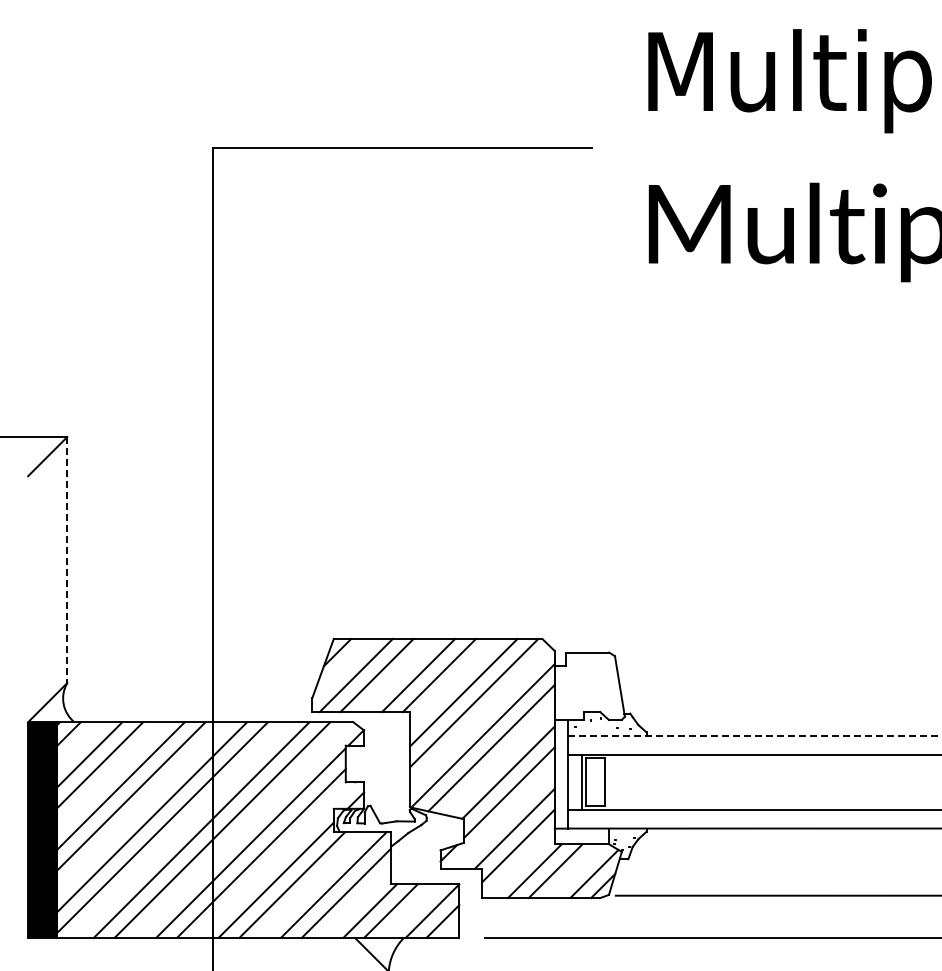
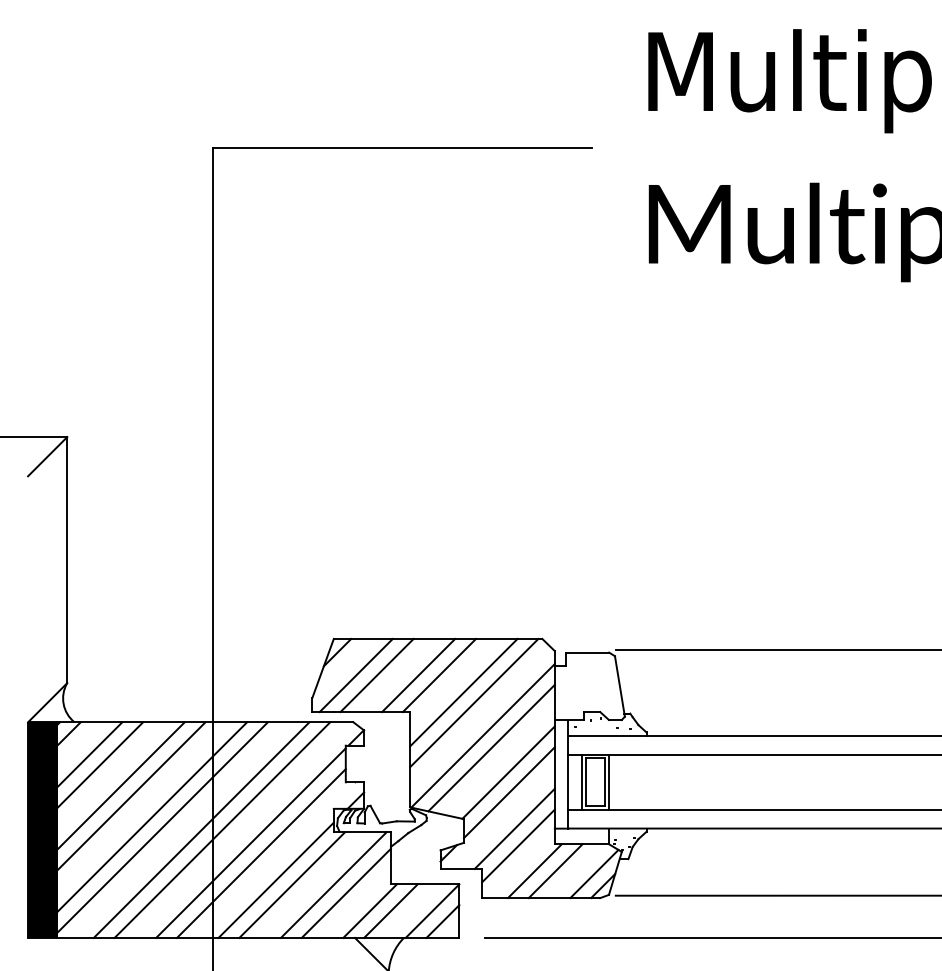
line at (67, 560): dashed -> solid
line at (776, 650): none -> present
line at (755, 735): dashed -> solid
line at (608, 781): none -> present
